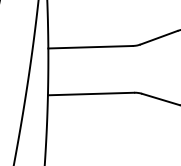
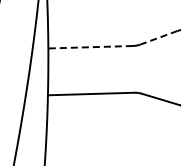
line at (159, 37): solid -> dashed
line at (90, 47): solid -> dashed
